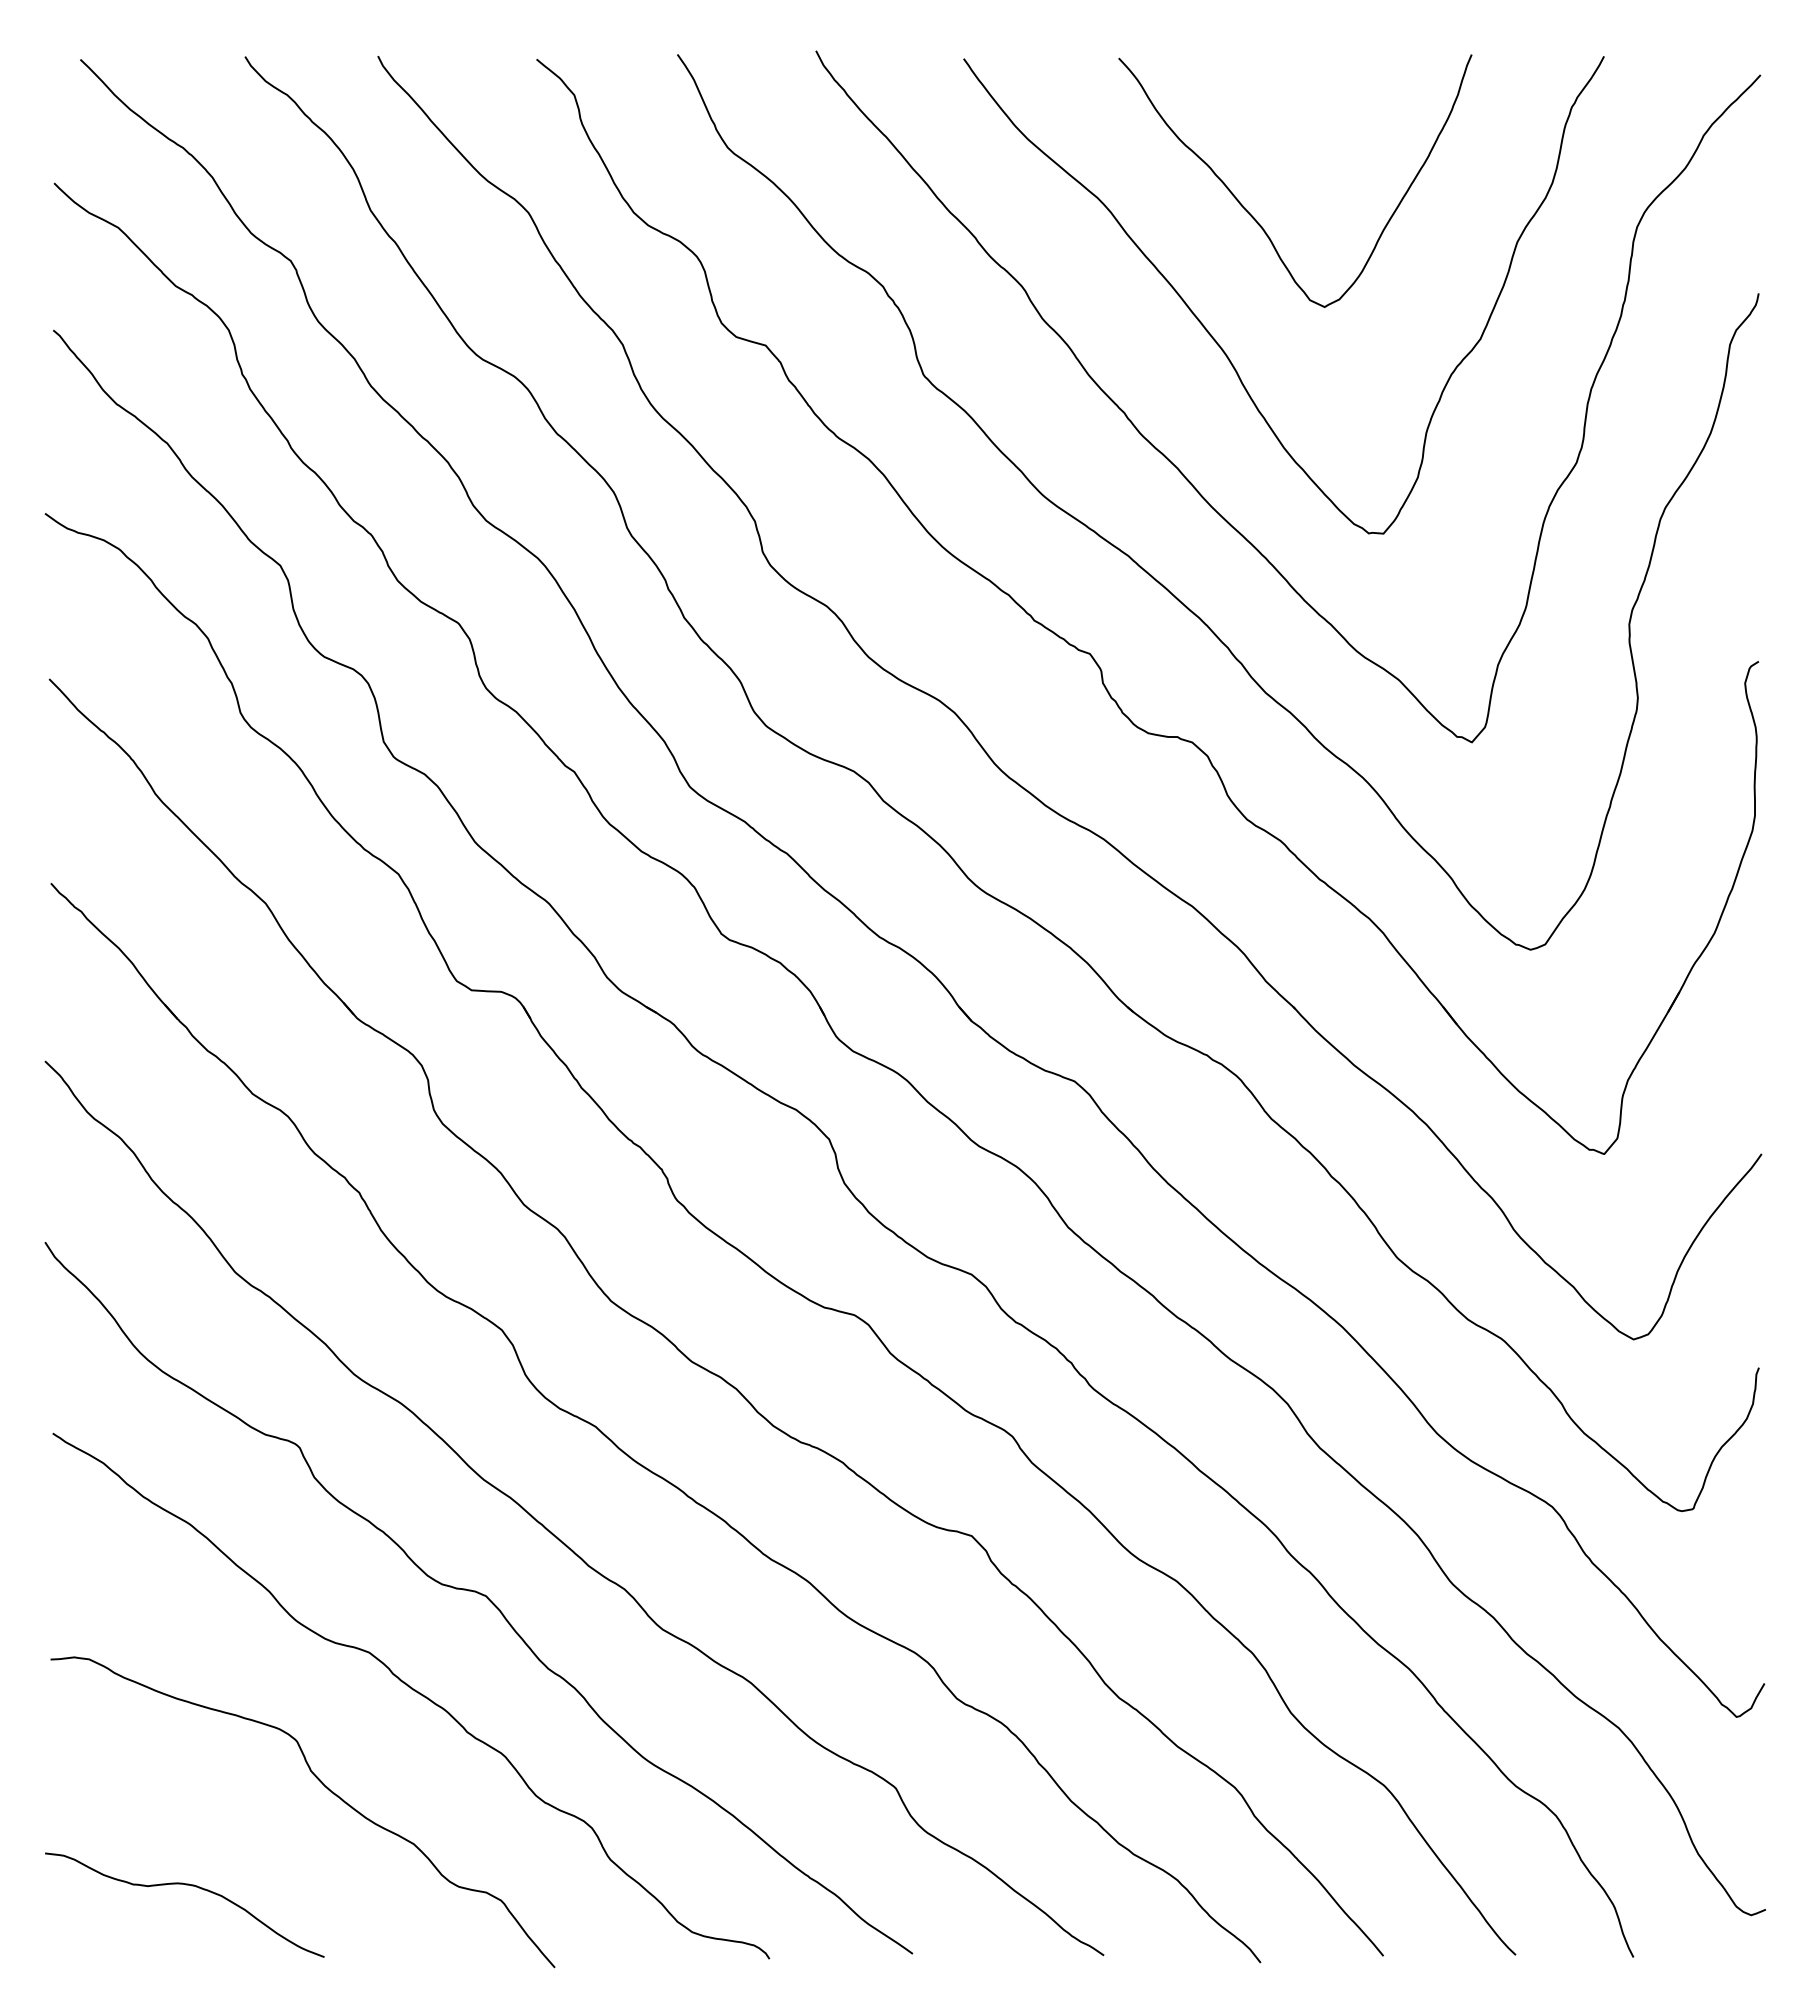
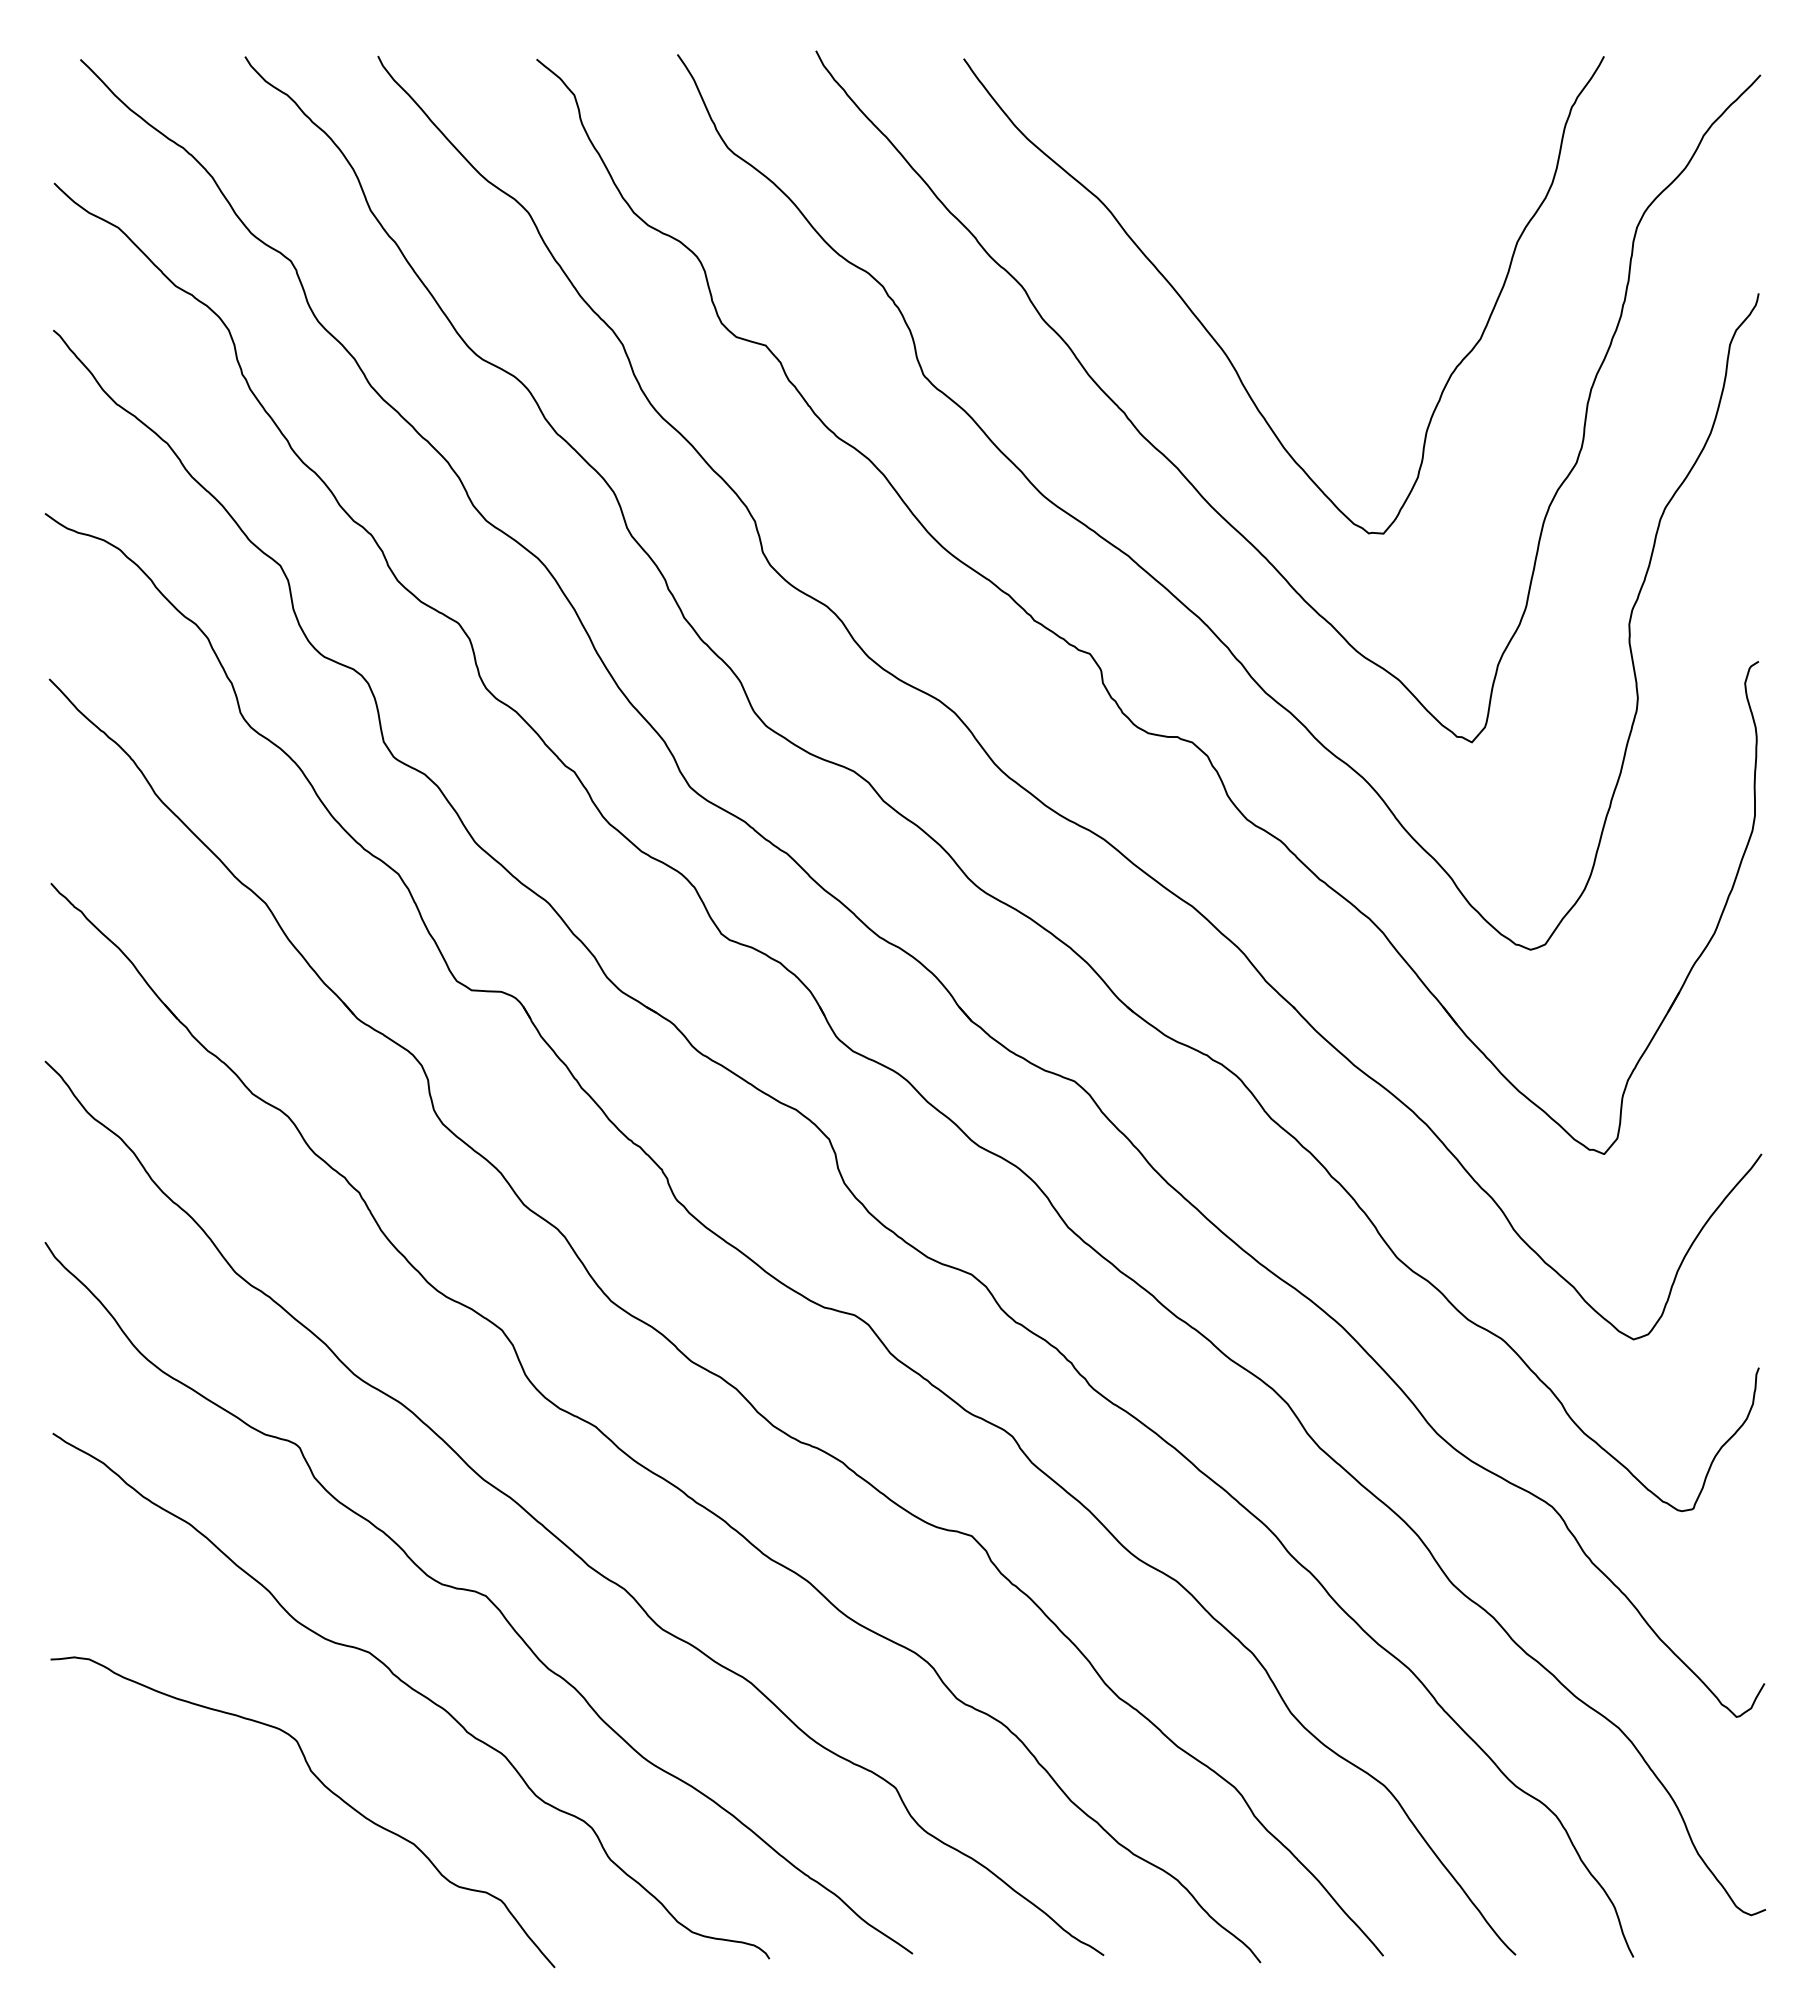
curve at (1256, 219): present -> none
curve at (185, 1885): present -> none
